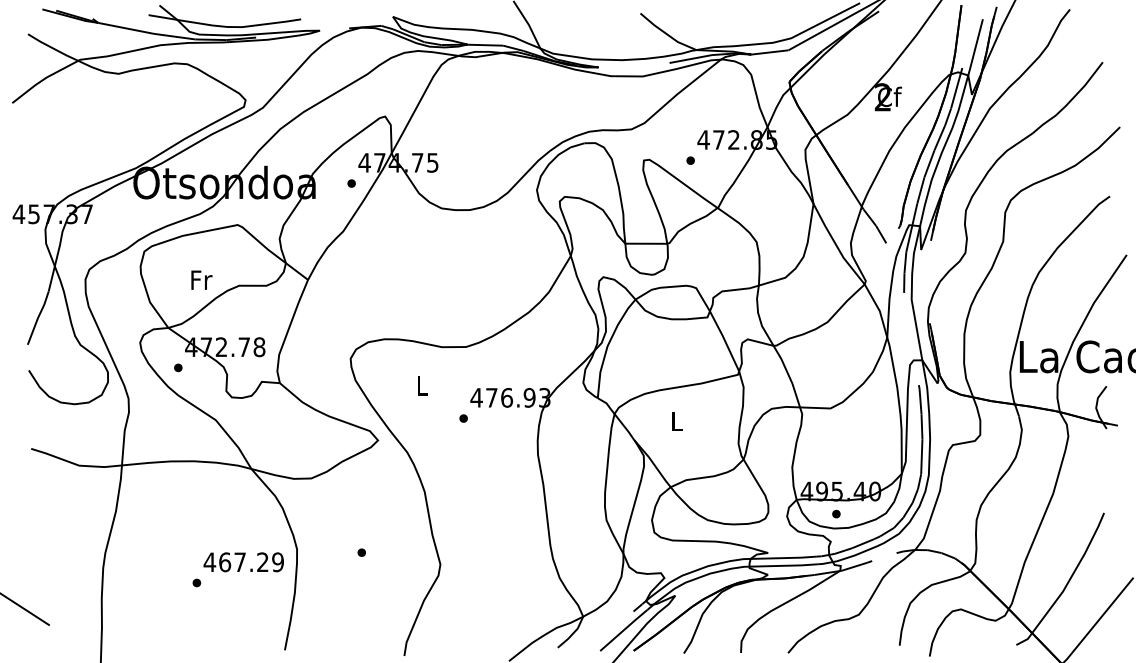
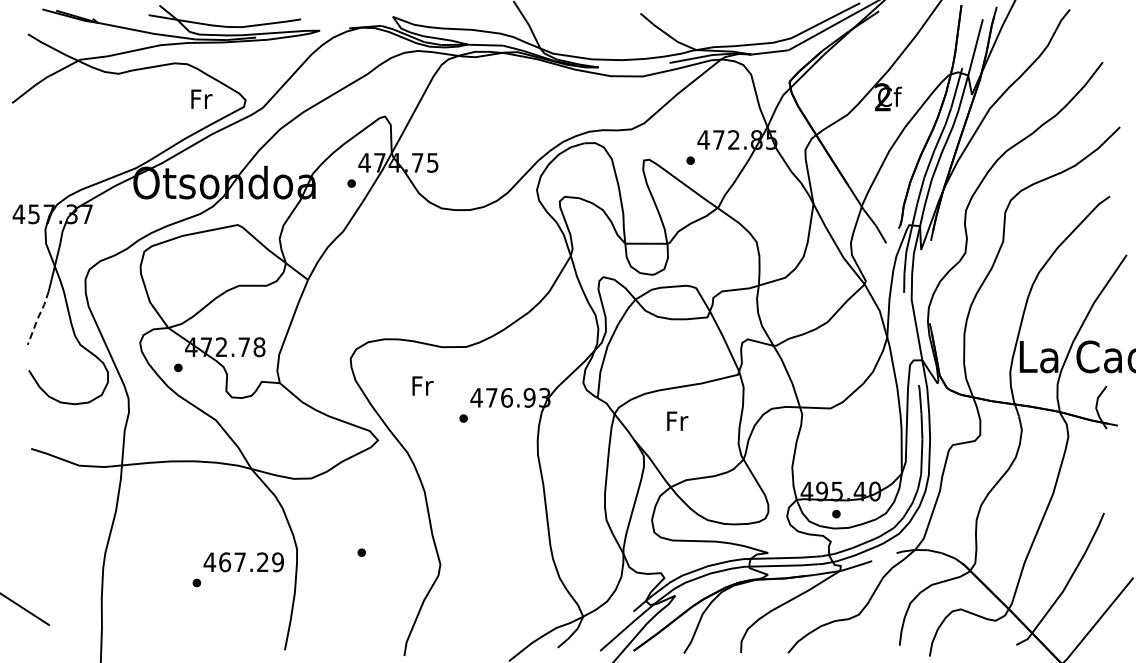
text at (201, 279) position: (201, 279) -> (201, 98)
line at (37, 318): solid -> dashed
text at (422, 385): L -> Fr
text at (677, 420): L -> Fr
